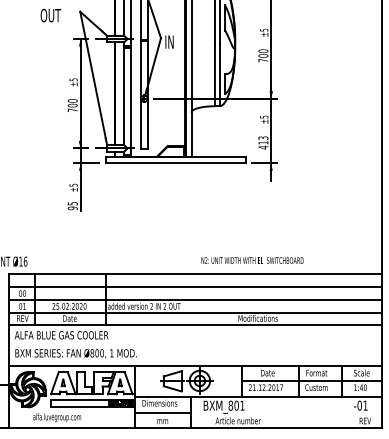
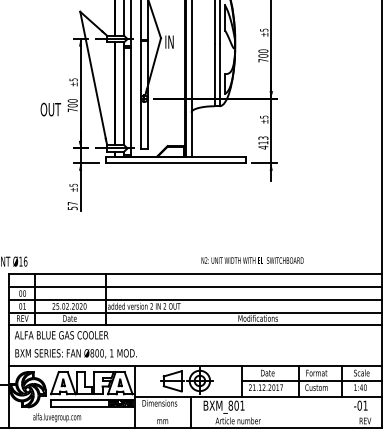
text at (50, 15) position: (50, 15) -> (50, 109)
text at (72, 206): 95 -> 57
line at (162, 412): present -> none
